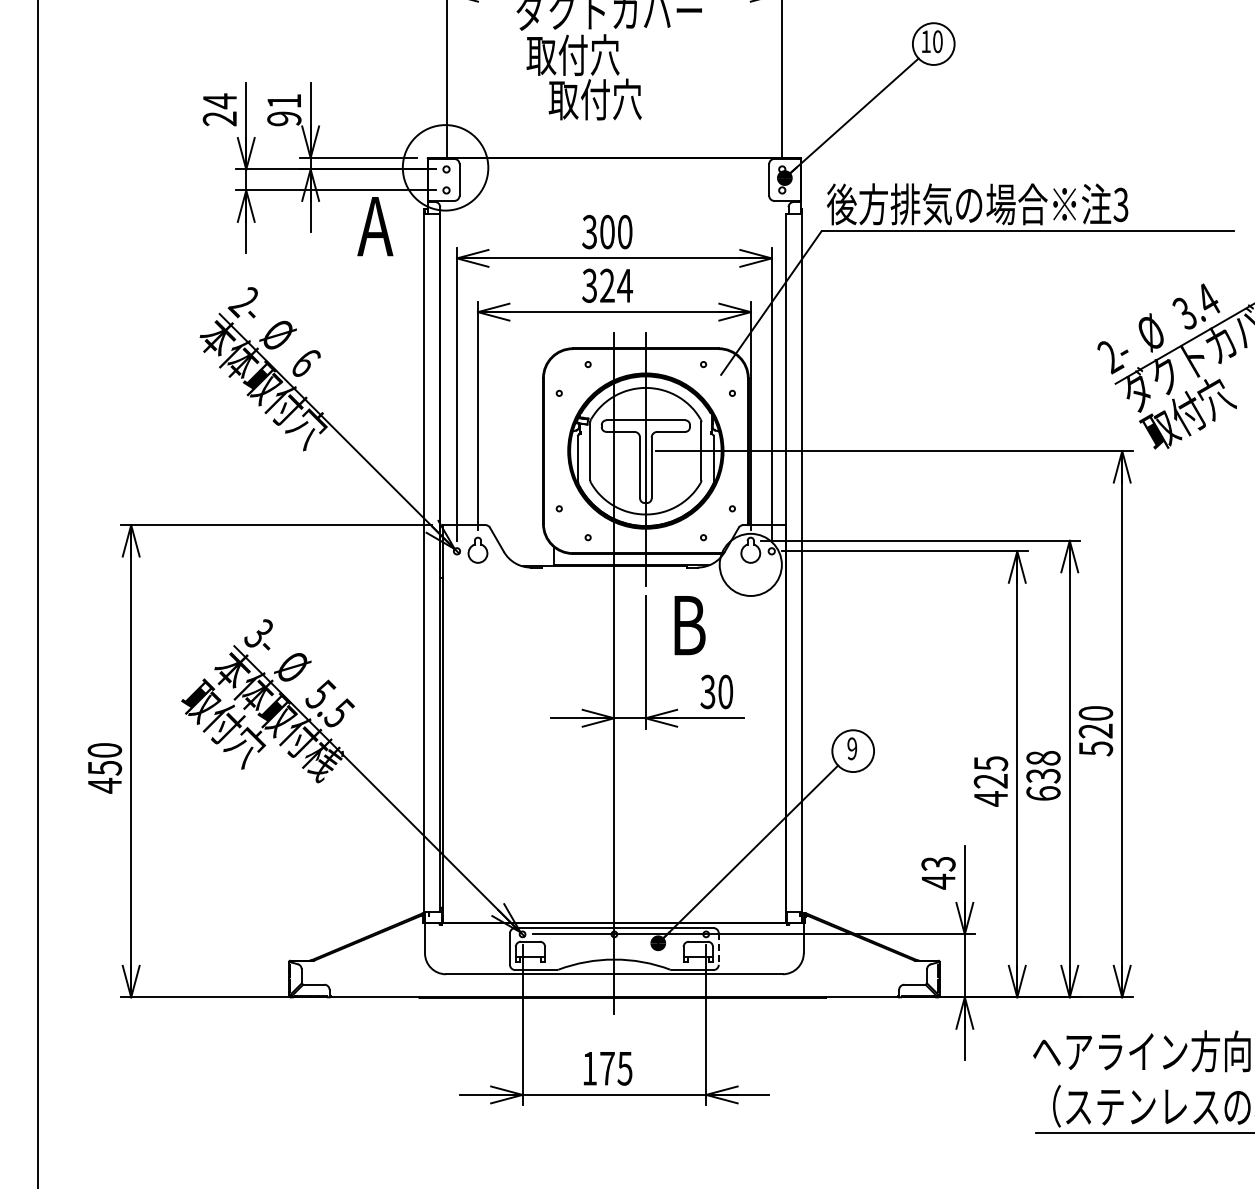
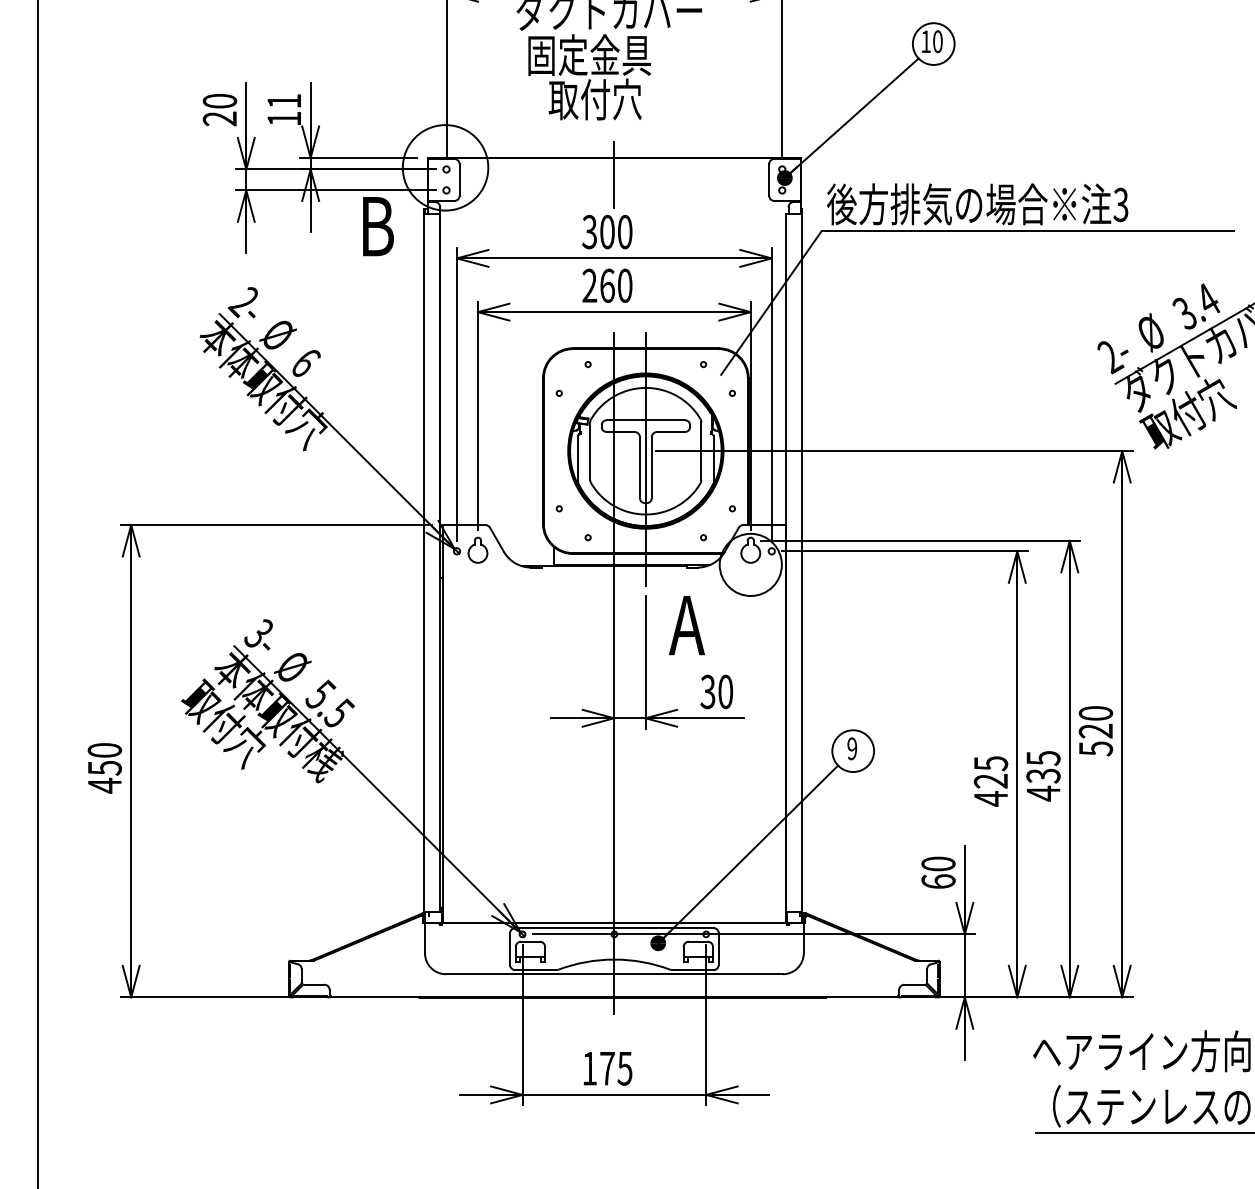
text at (588, 55): 取付穴 -> 固定金具
text at (219, 101): 24 -> 20
text at (284, 118): 91 -> 11
line at (614, 174): none -> present
text at (375, 226): A -> B
text at (607, 285): 324 -> 260
text at (687, 625): B -> A
text at (1043, 776): 638 -> 435
text at (938, 872): 43 -> 60
line at (718, 949): dashed -> solid
